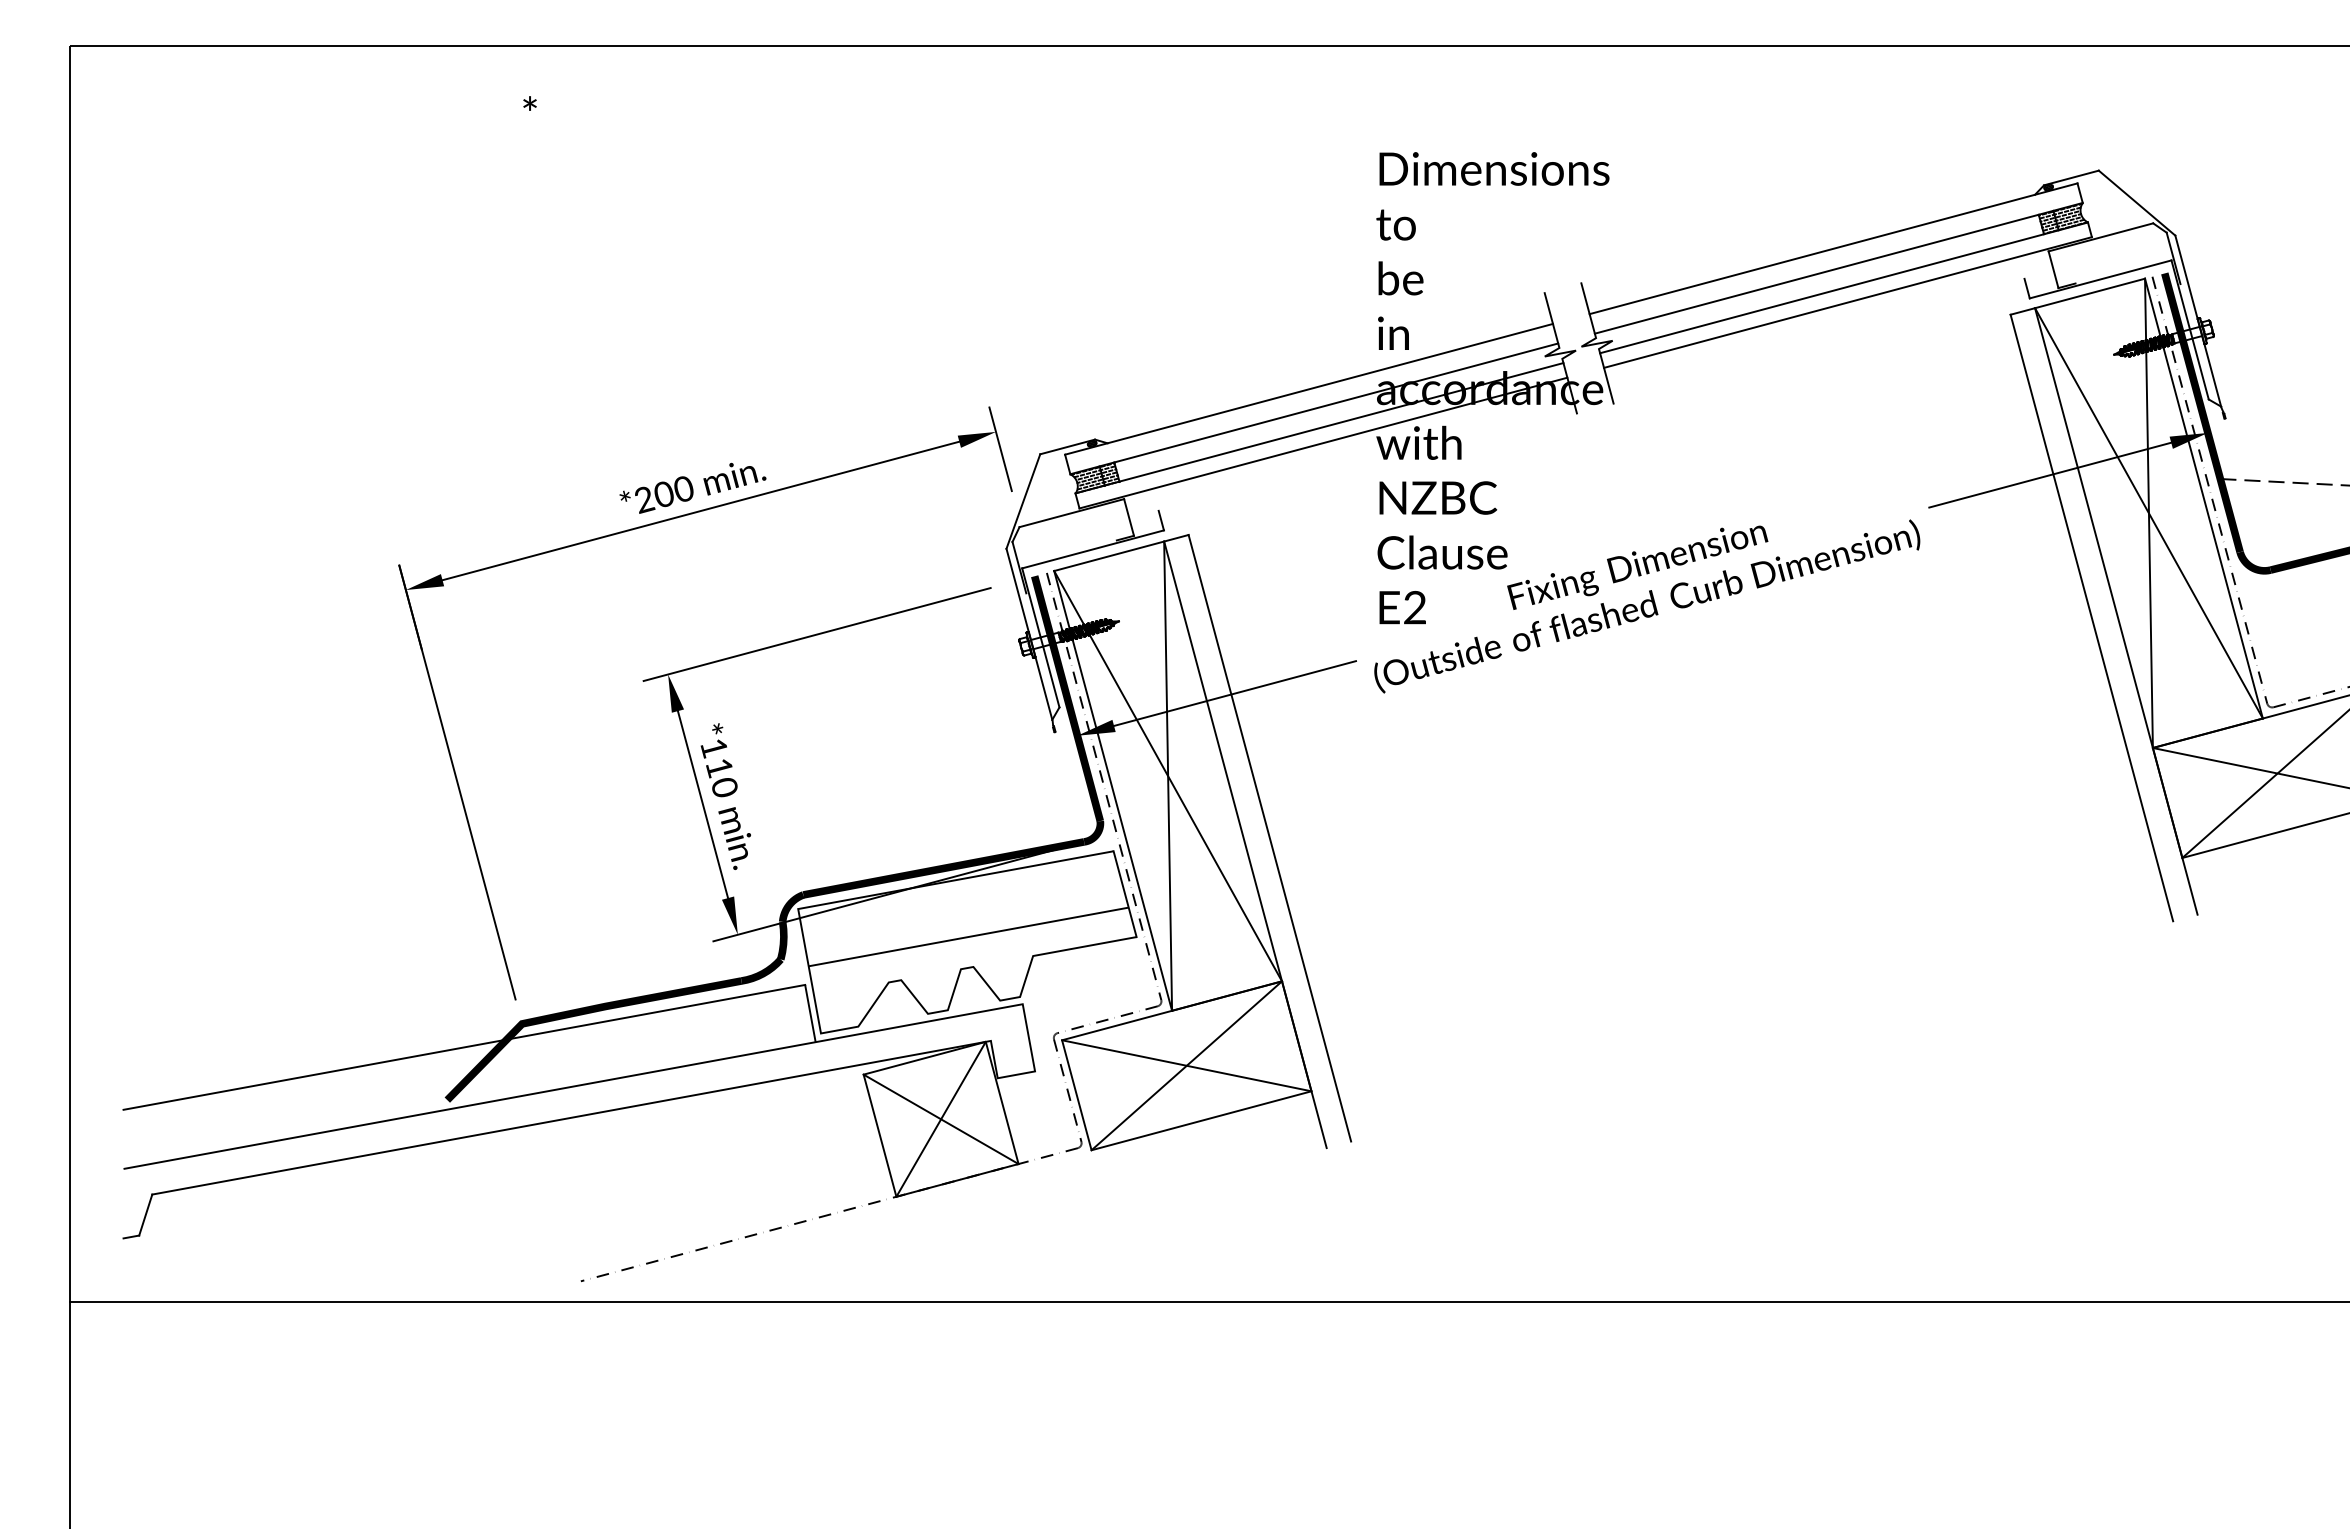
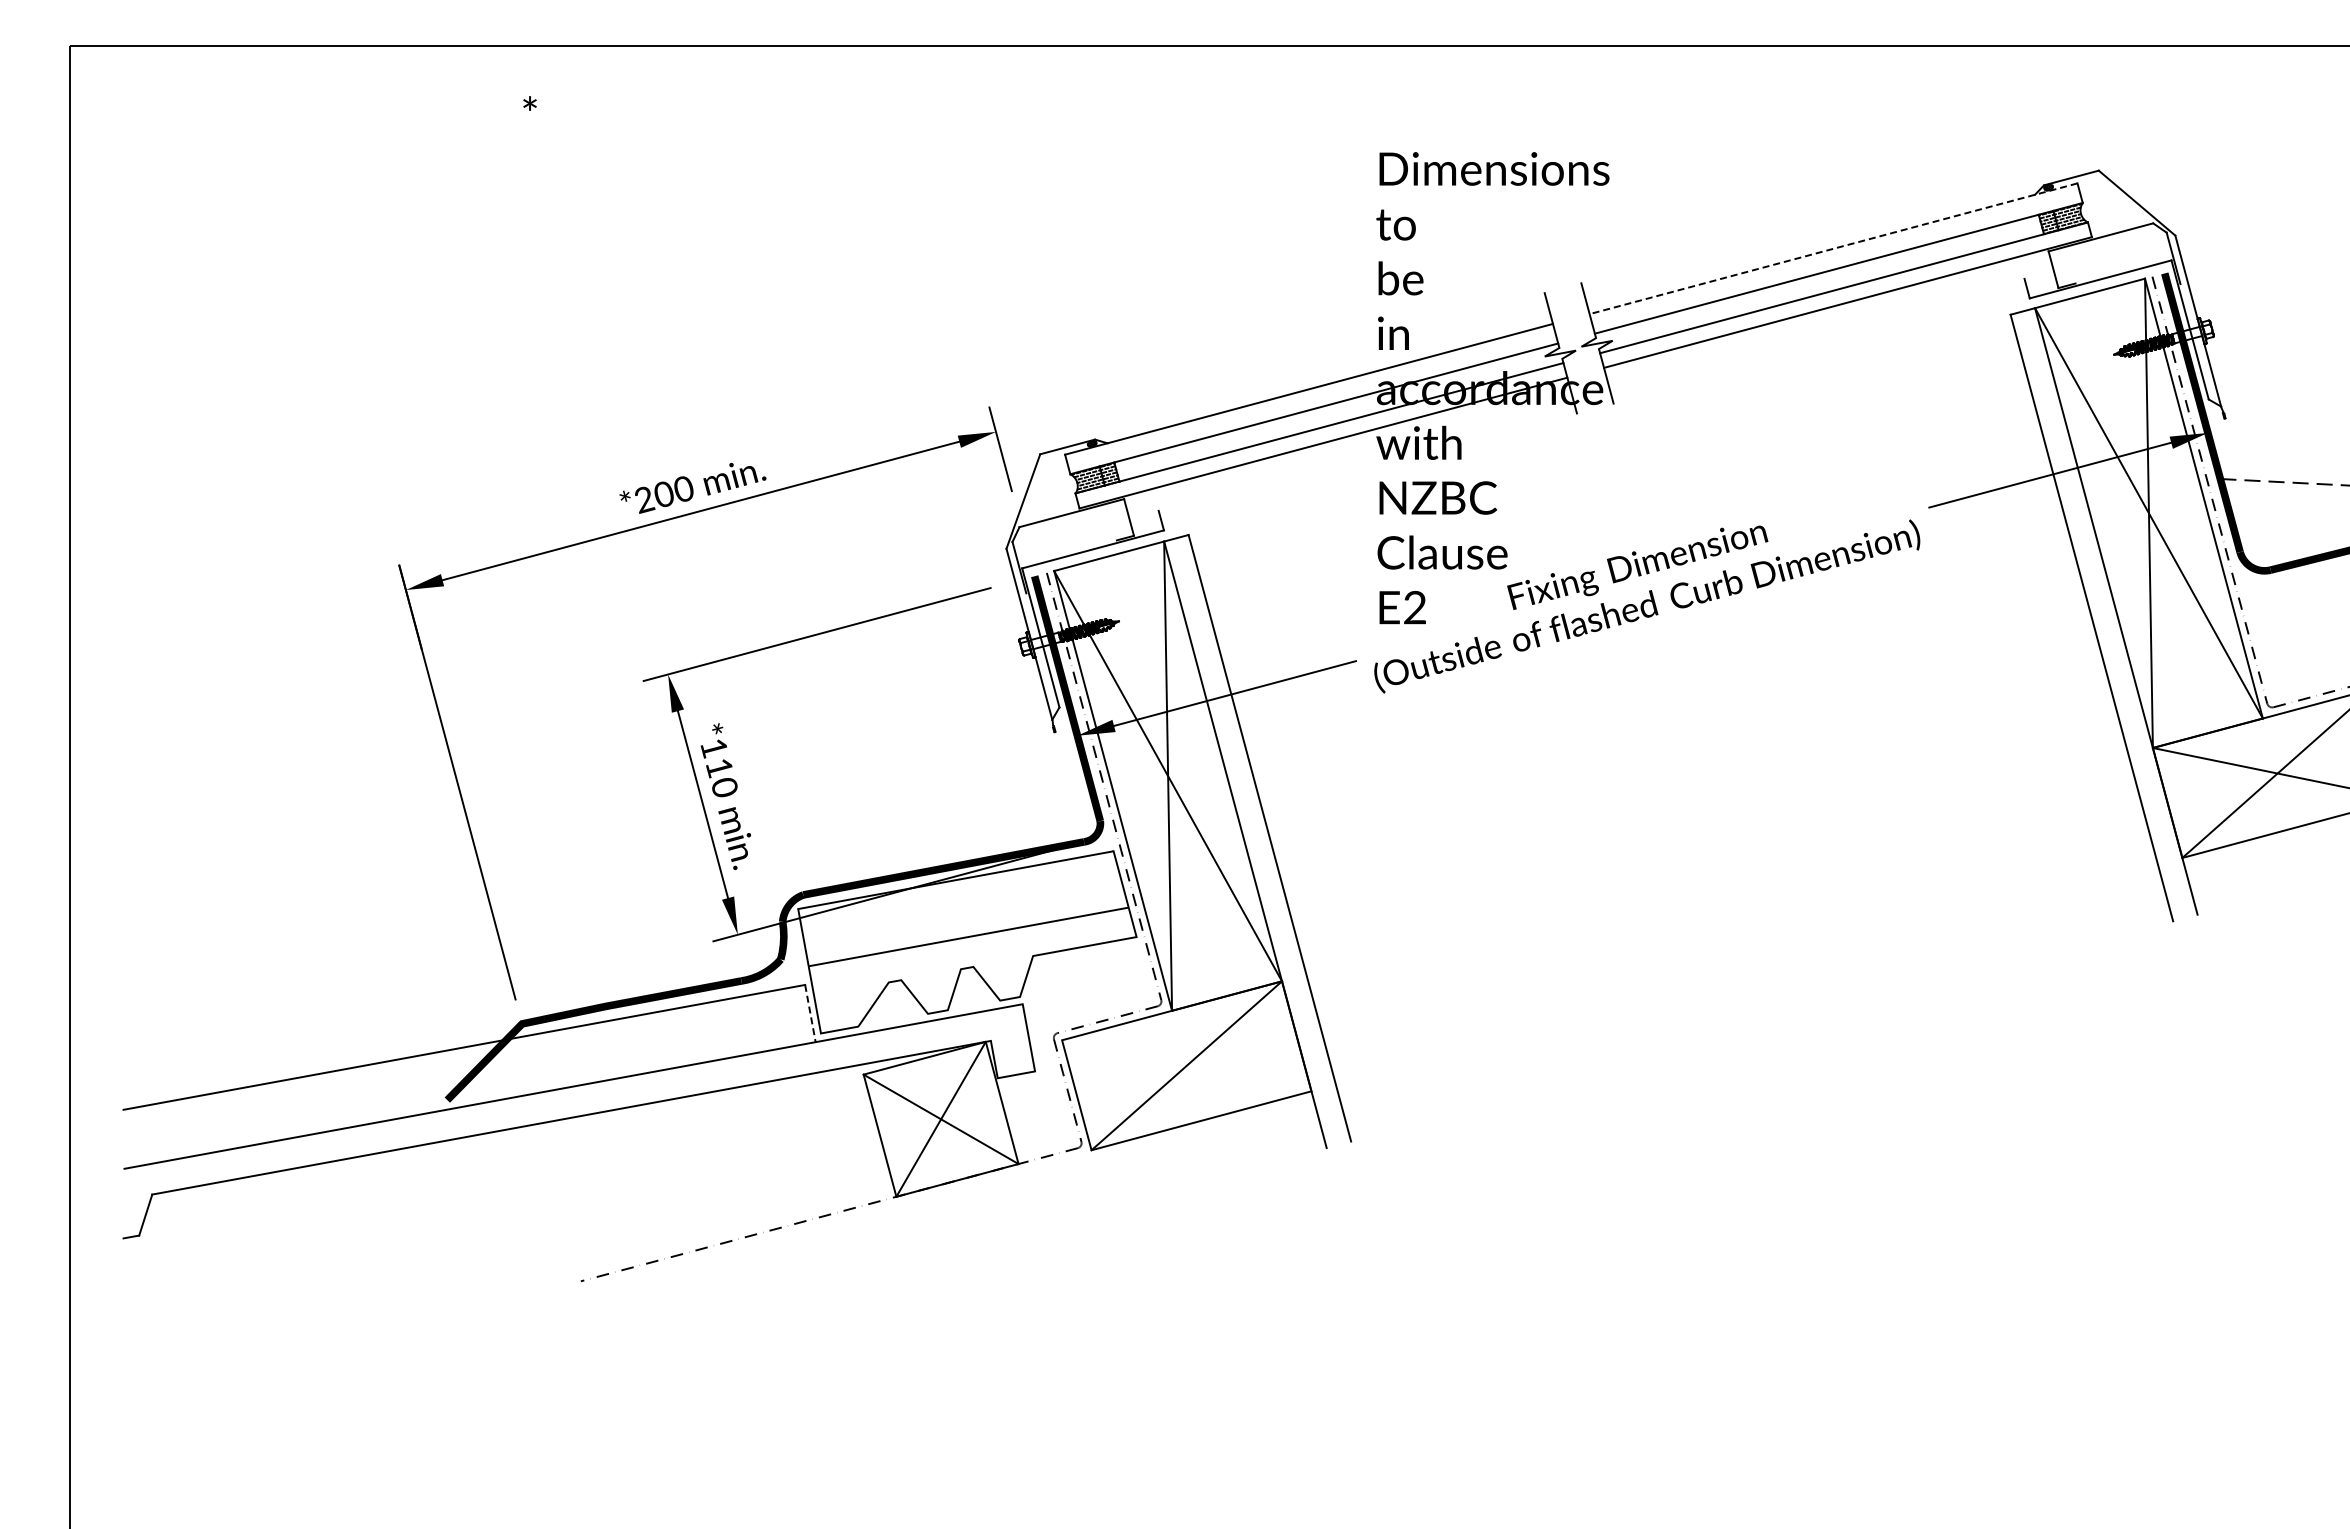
line at (1833, 248): solid -> dashed
line at (810, 1014): solid -> dashed
line at (1186, 1065): present -> none
line at (1208, 1301): present -> none
